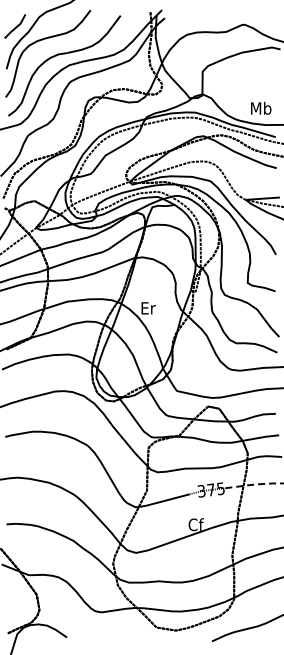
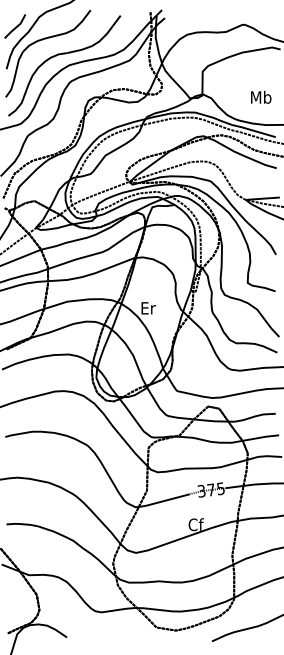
text at (261, 107) position: (261, 107) -> (261, 96)
line at (254, 484): dashed -> solid
